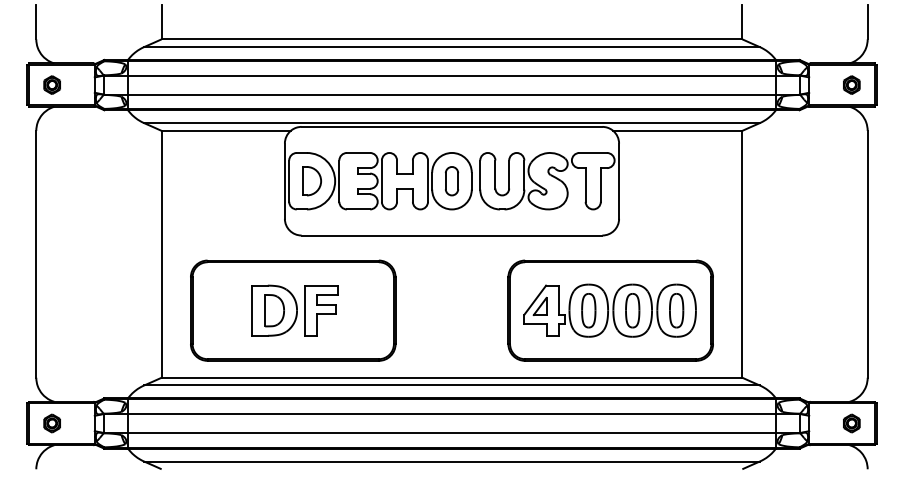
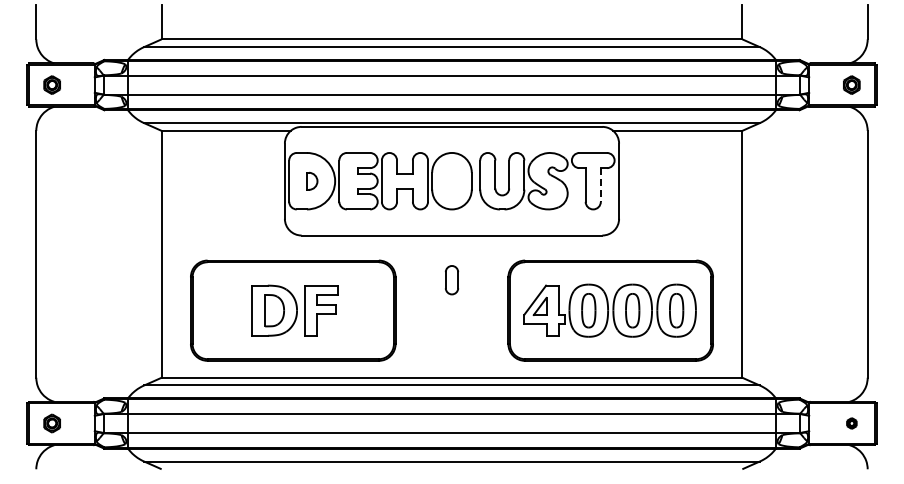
part at (311, 181) size: 20x31 px -> 13x20 px
part at (451, 181) position: (451, 181) -> (451, 280)
line at (600, 185): solid -> dashed
part at (851, 423) size: 18x21 px -> 12x13 px
